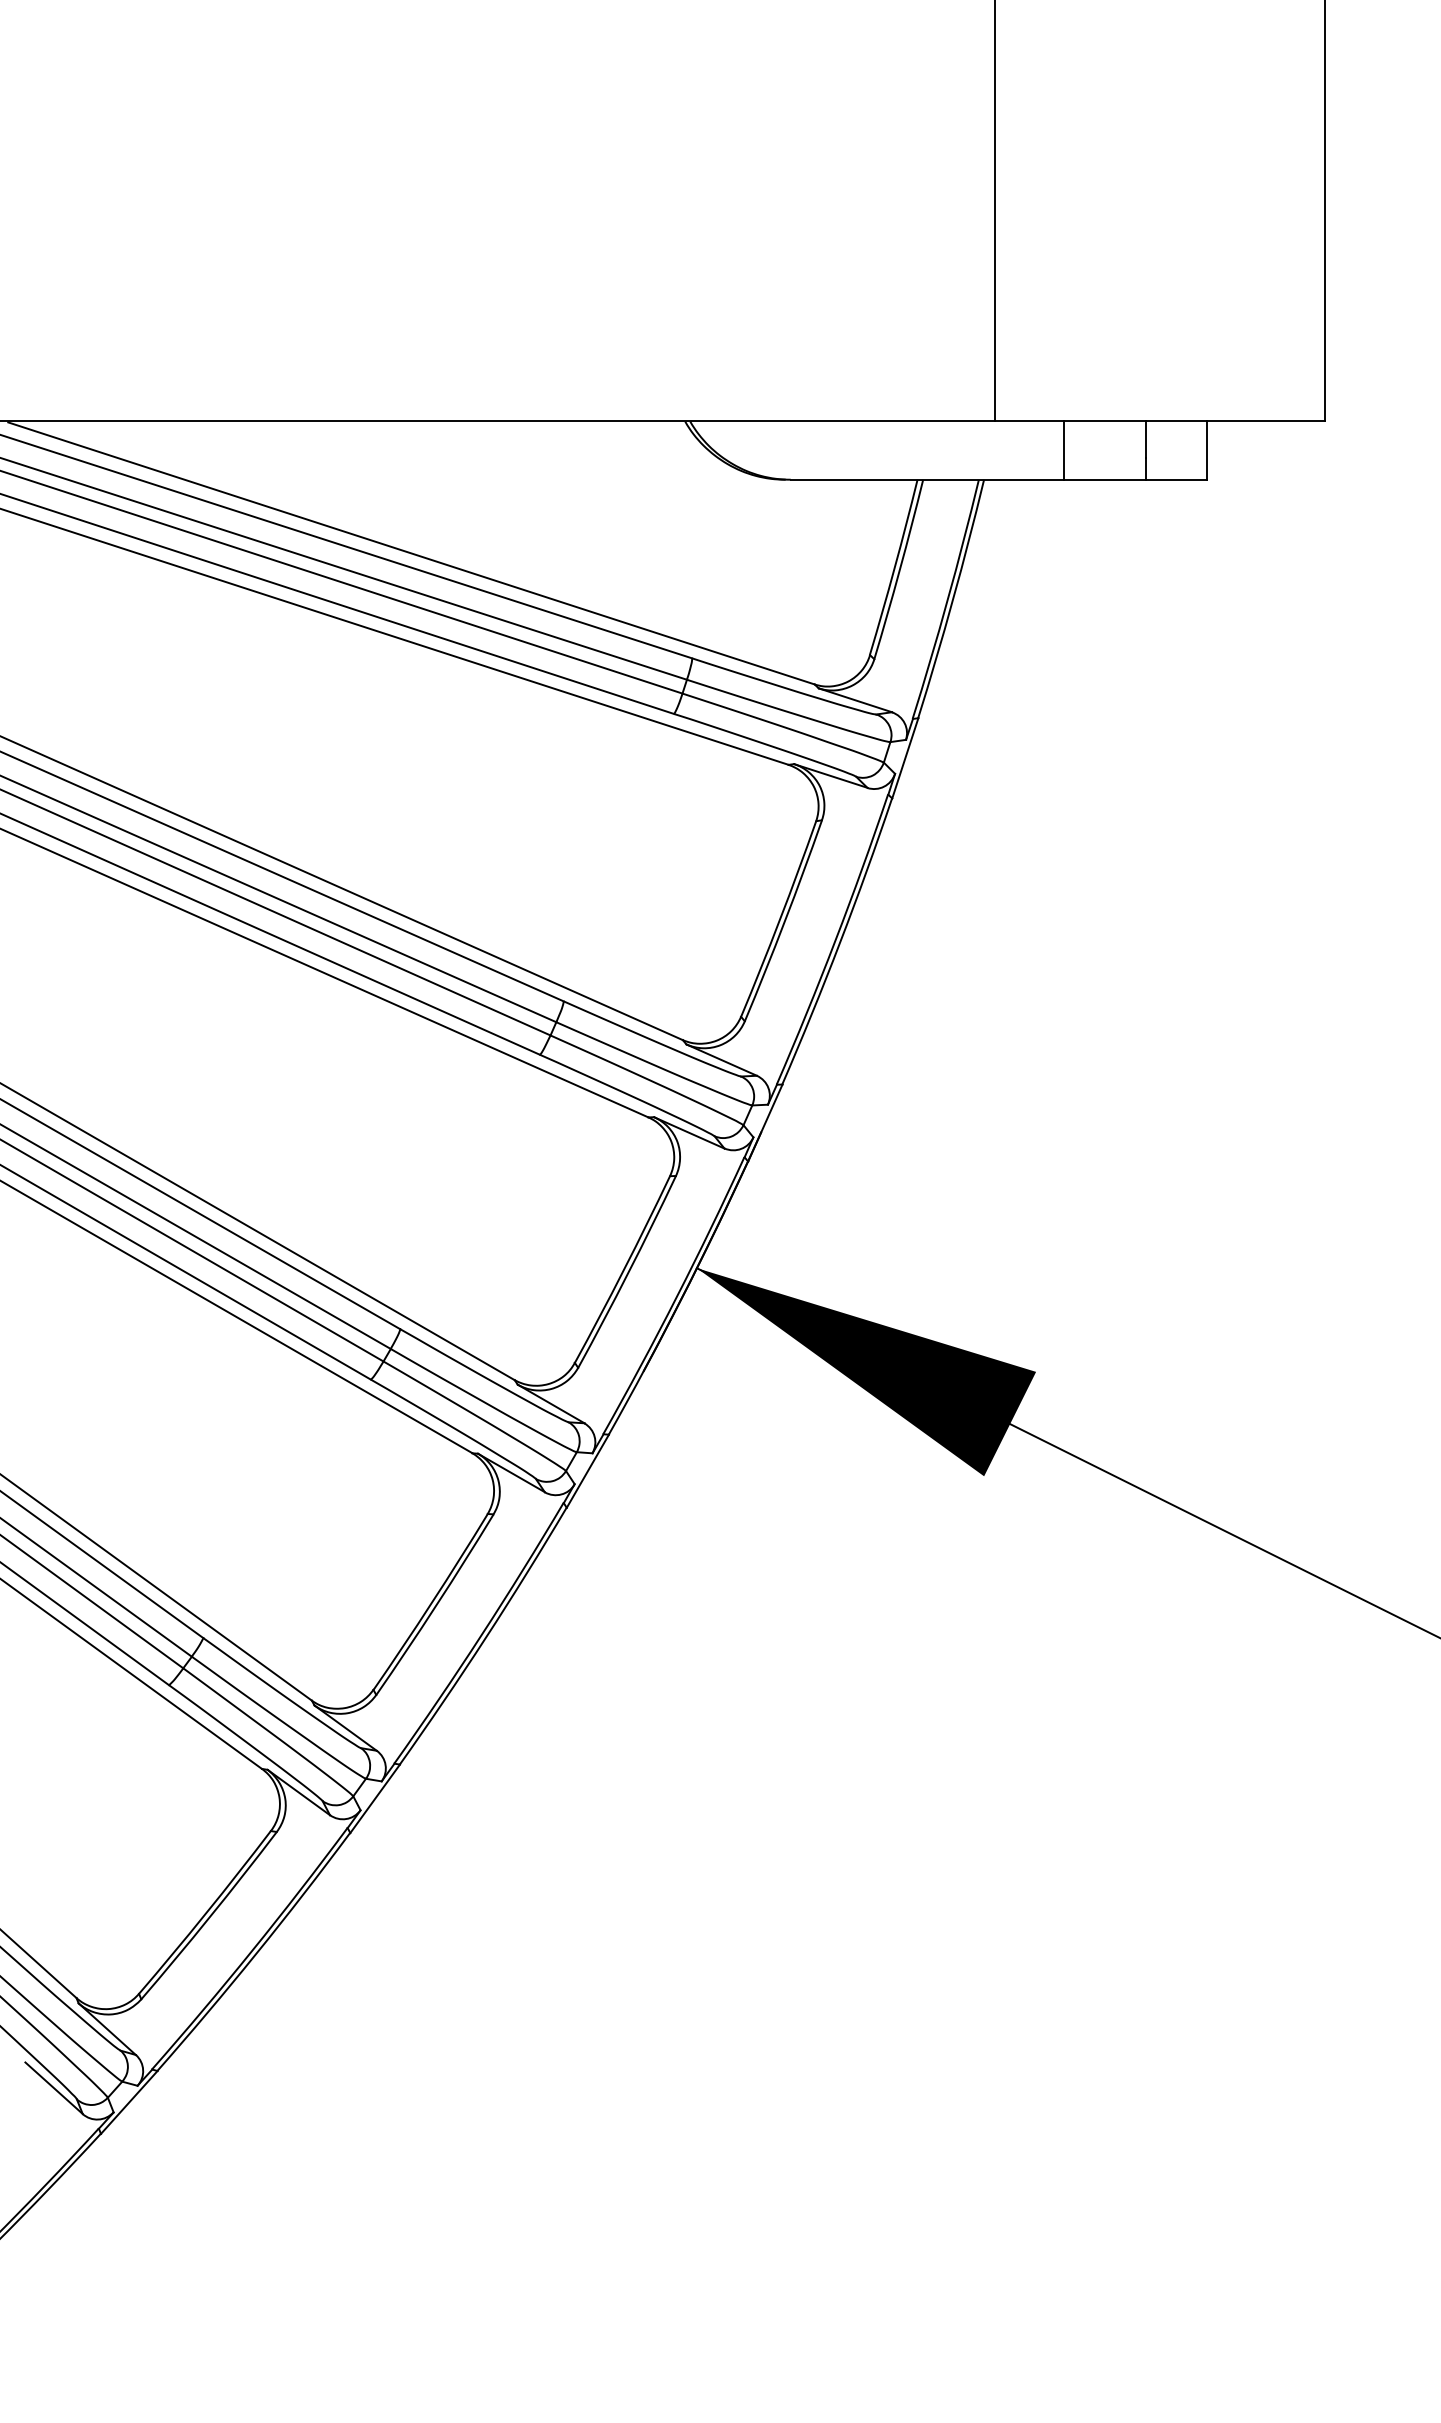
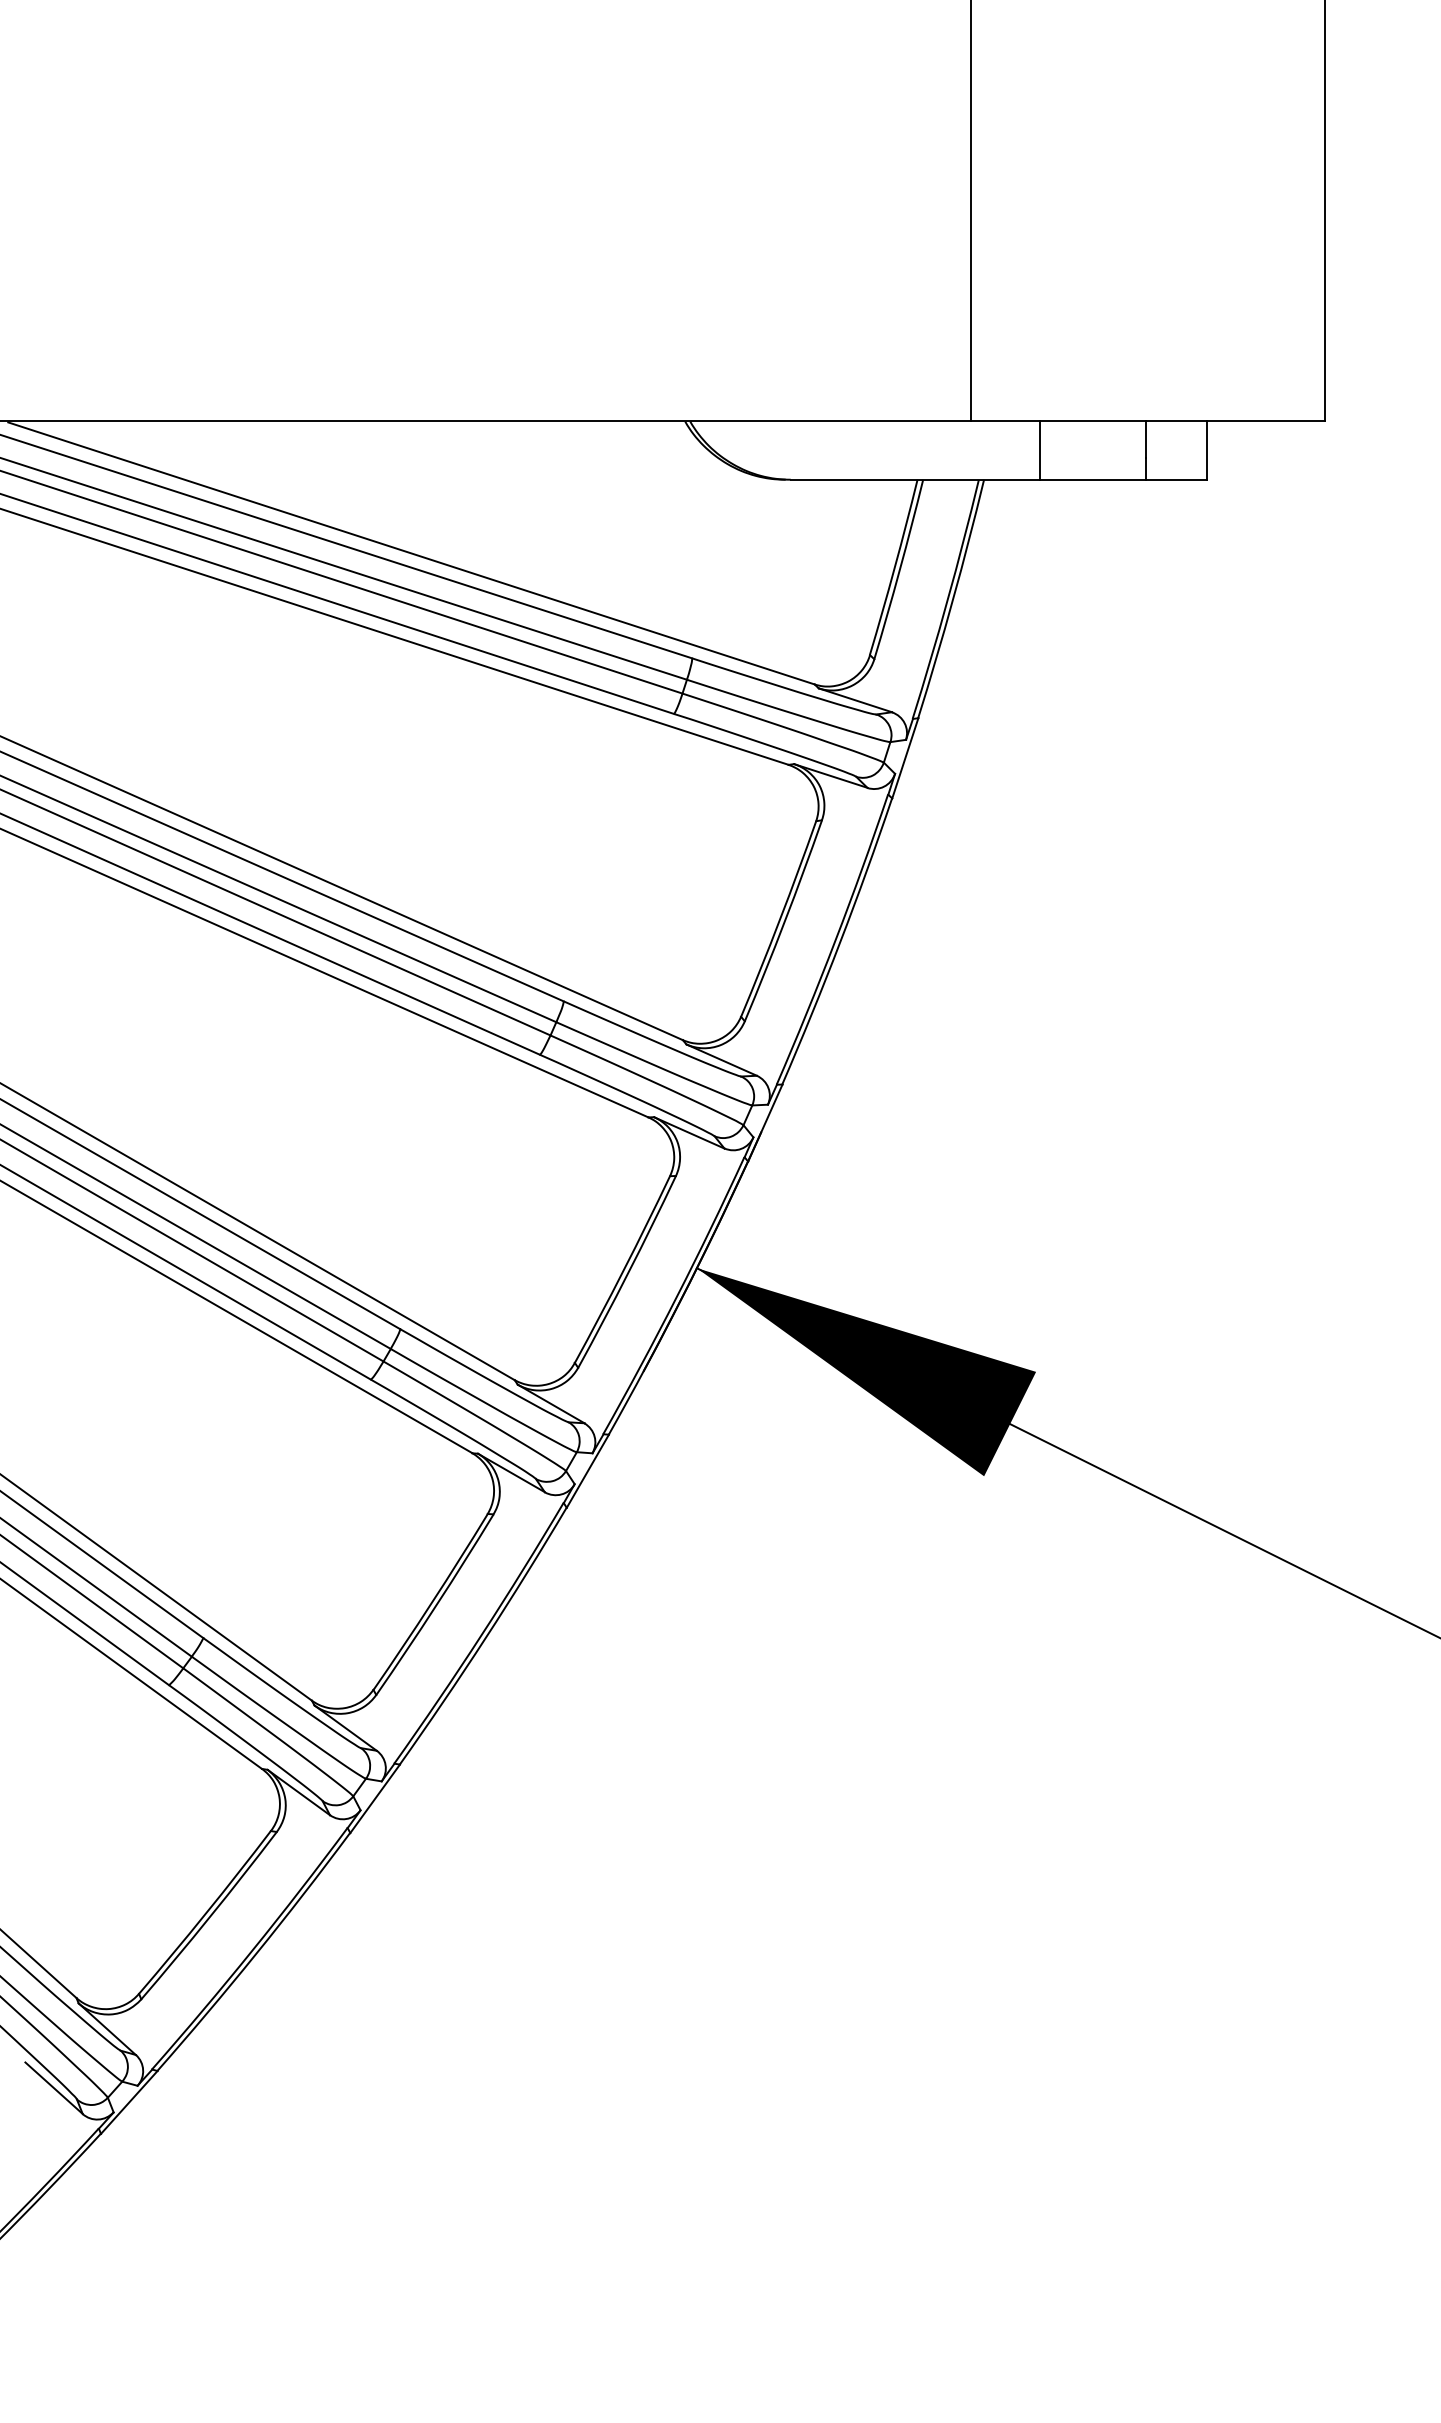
line at (995, 211) position: (995, 211) -> (971, 211)
line at (1063, 450) position: (1063, 450) -> (1039, 450)
